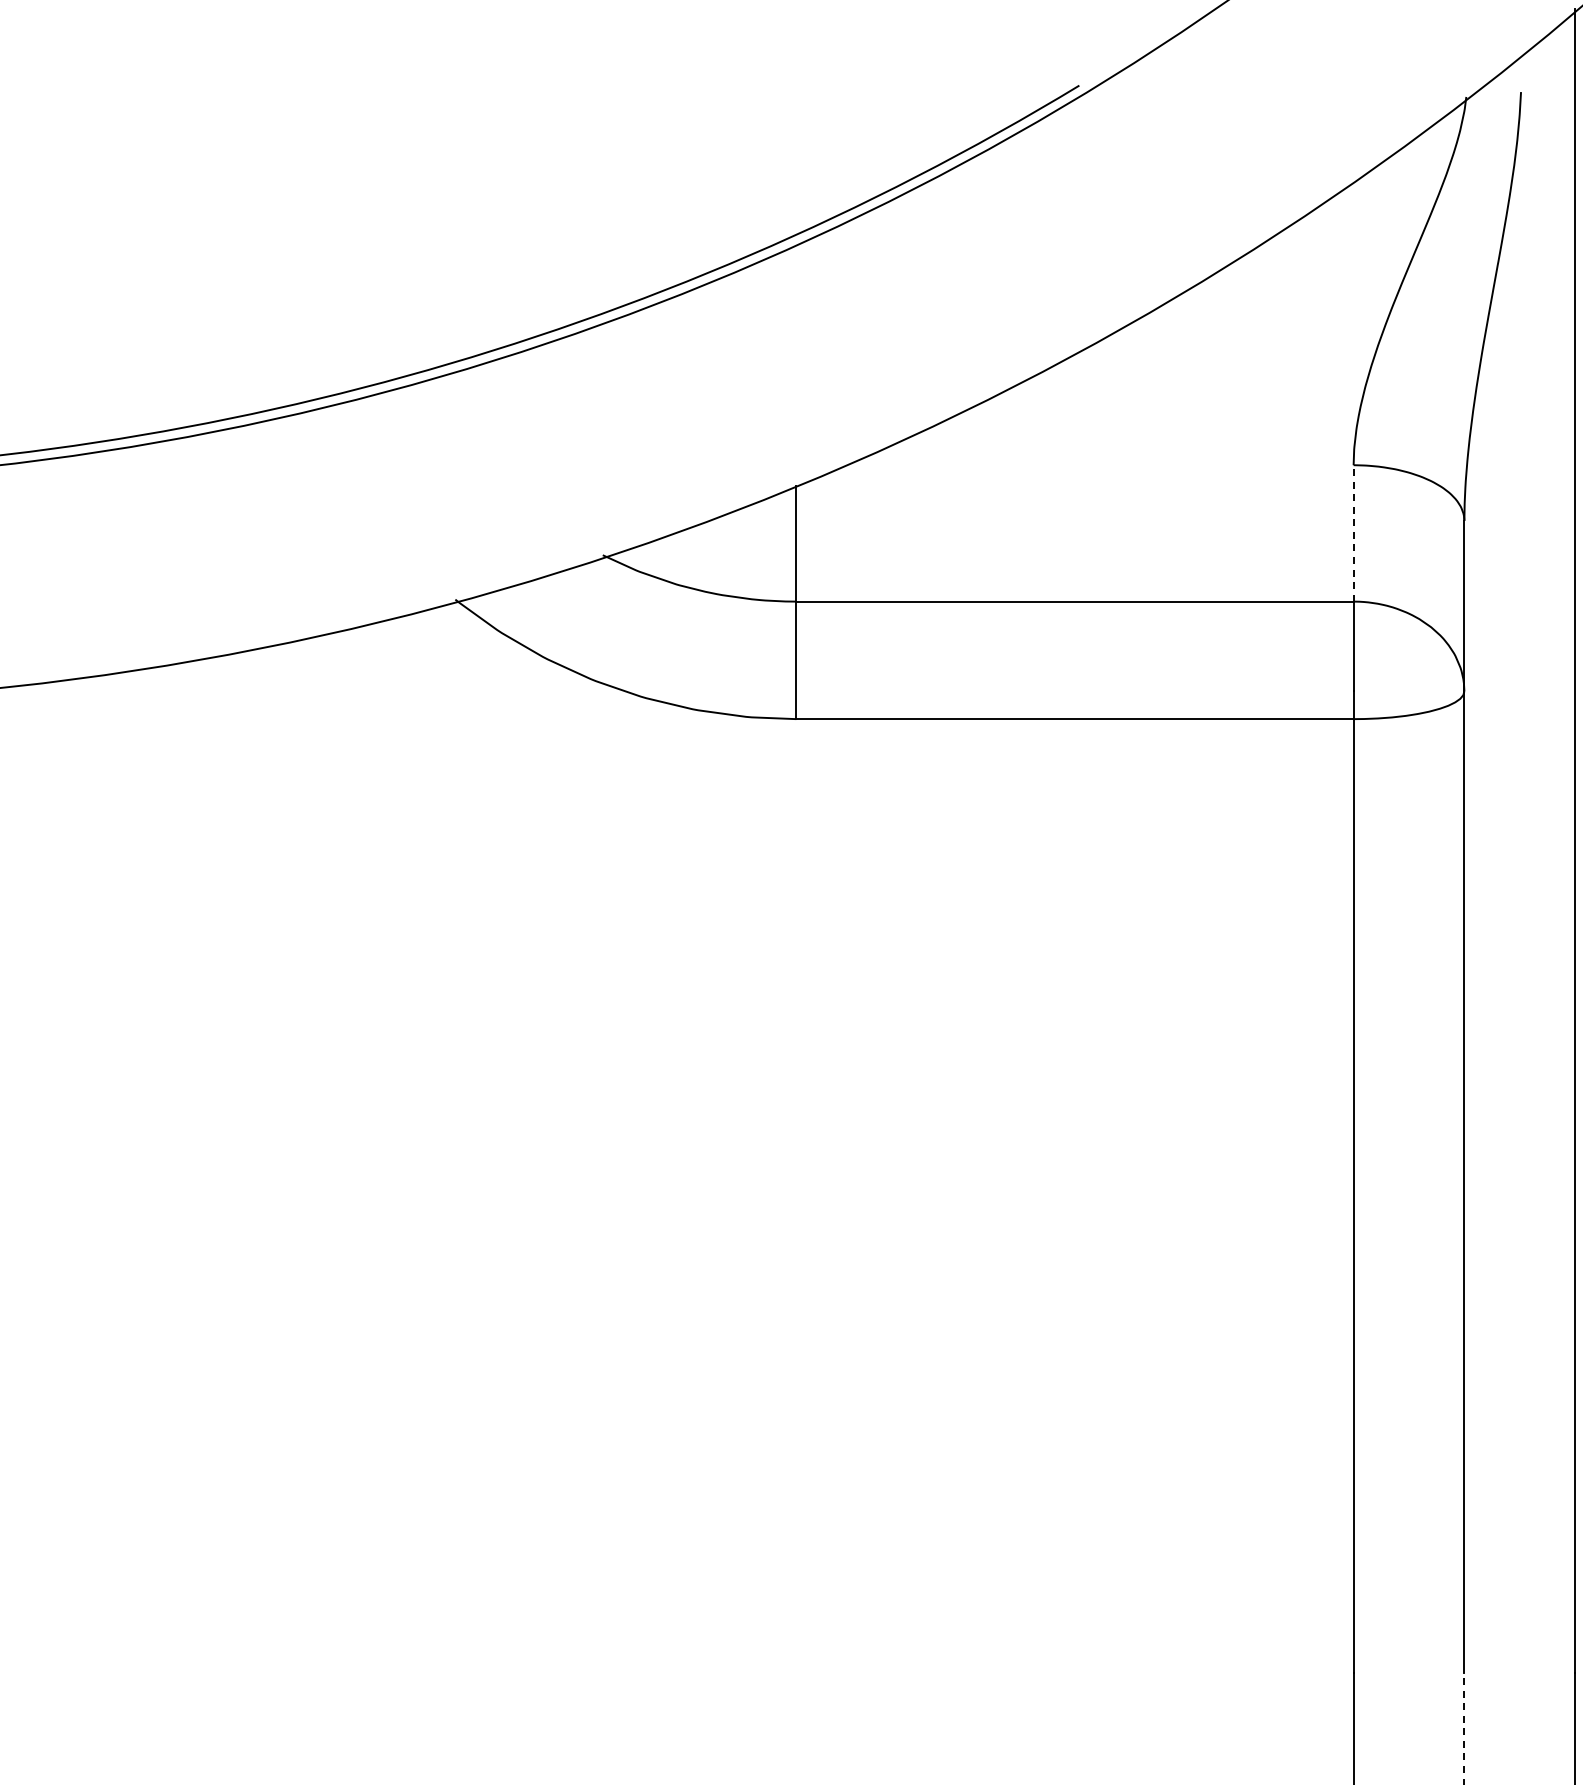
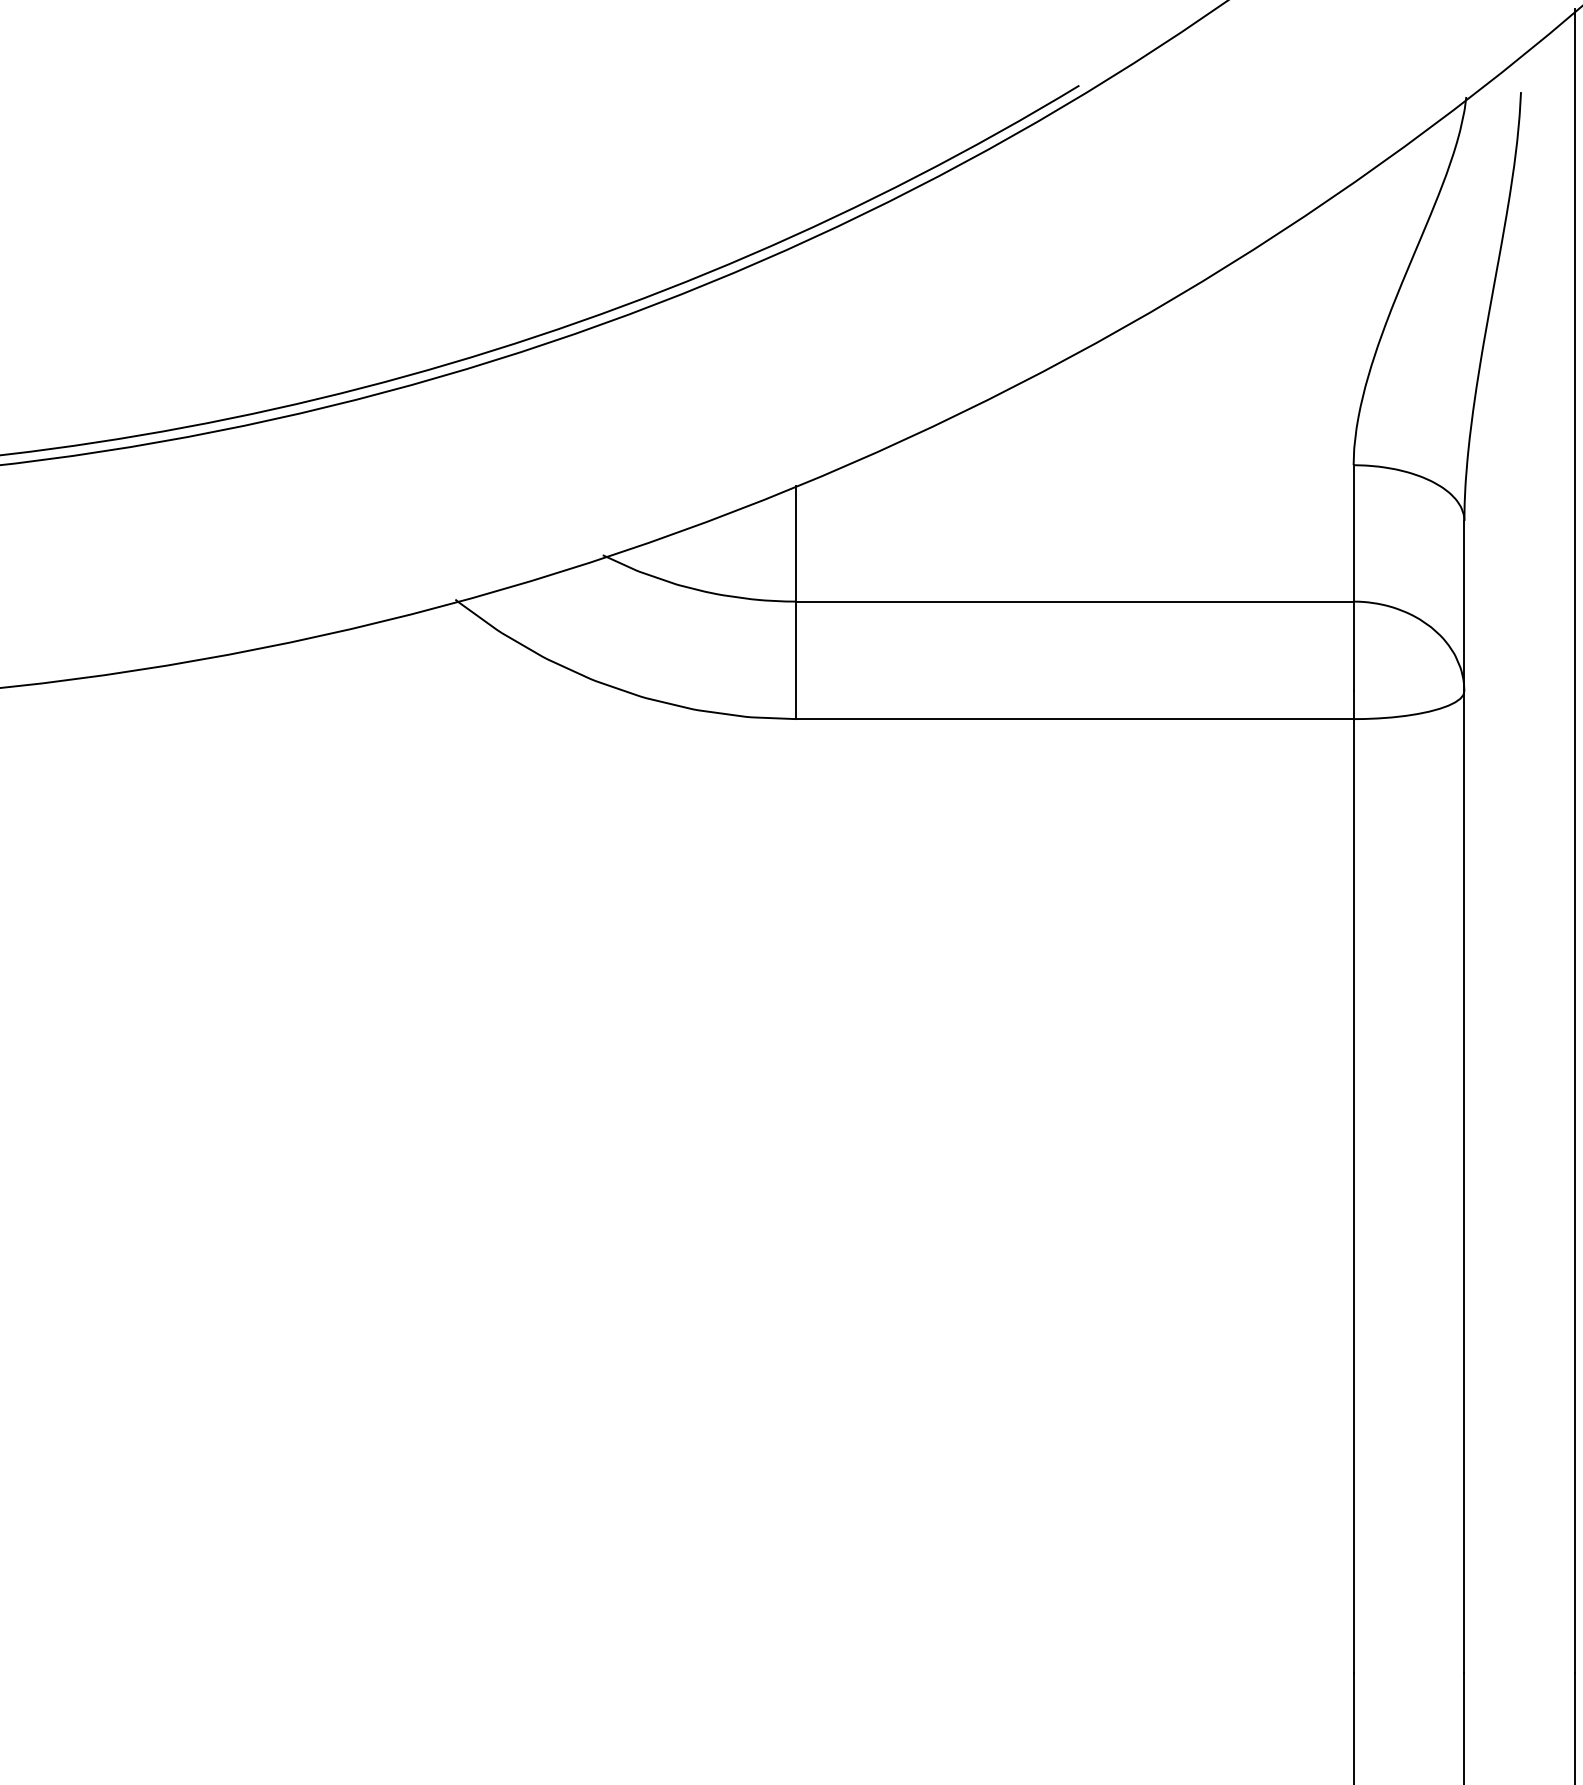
line at (1353, 532): dashed -> solid
line at (1464, 1728): dashed -> solid
